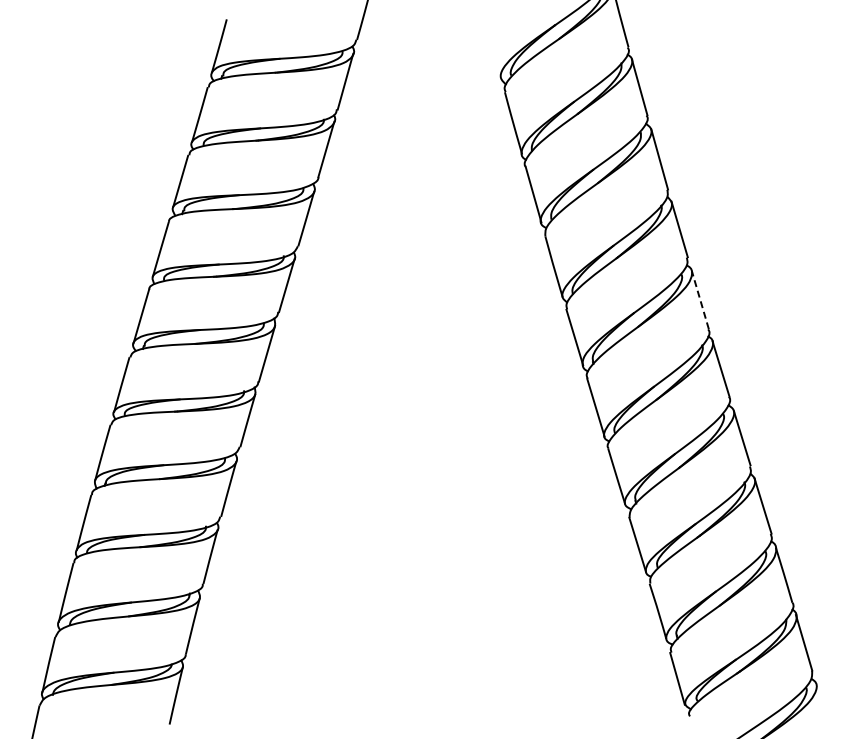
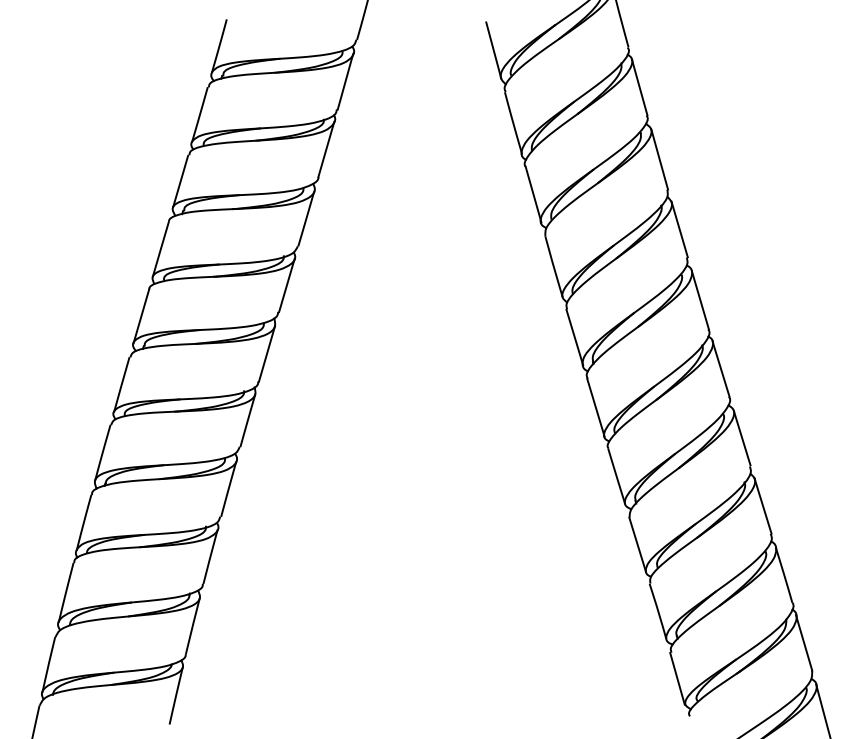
line at (493, 50): none -> present
line at (700, 299): dashed -> solid
line at (822, 709): none -> present
